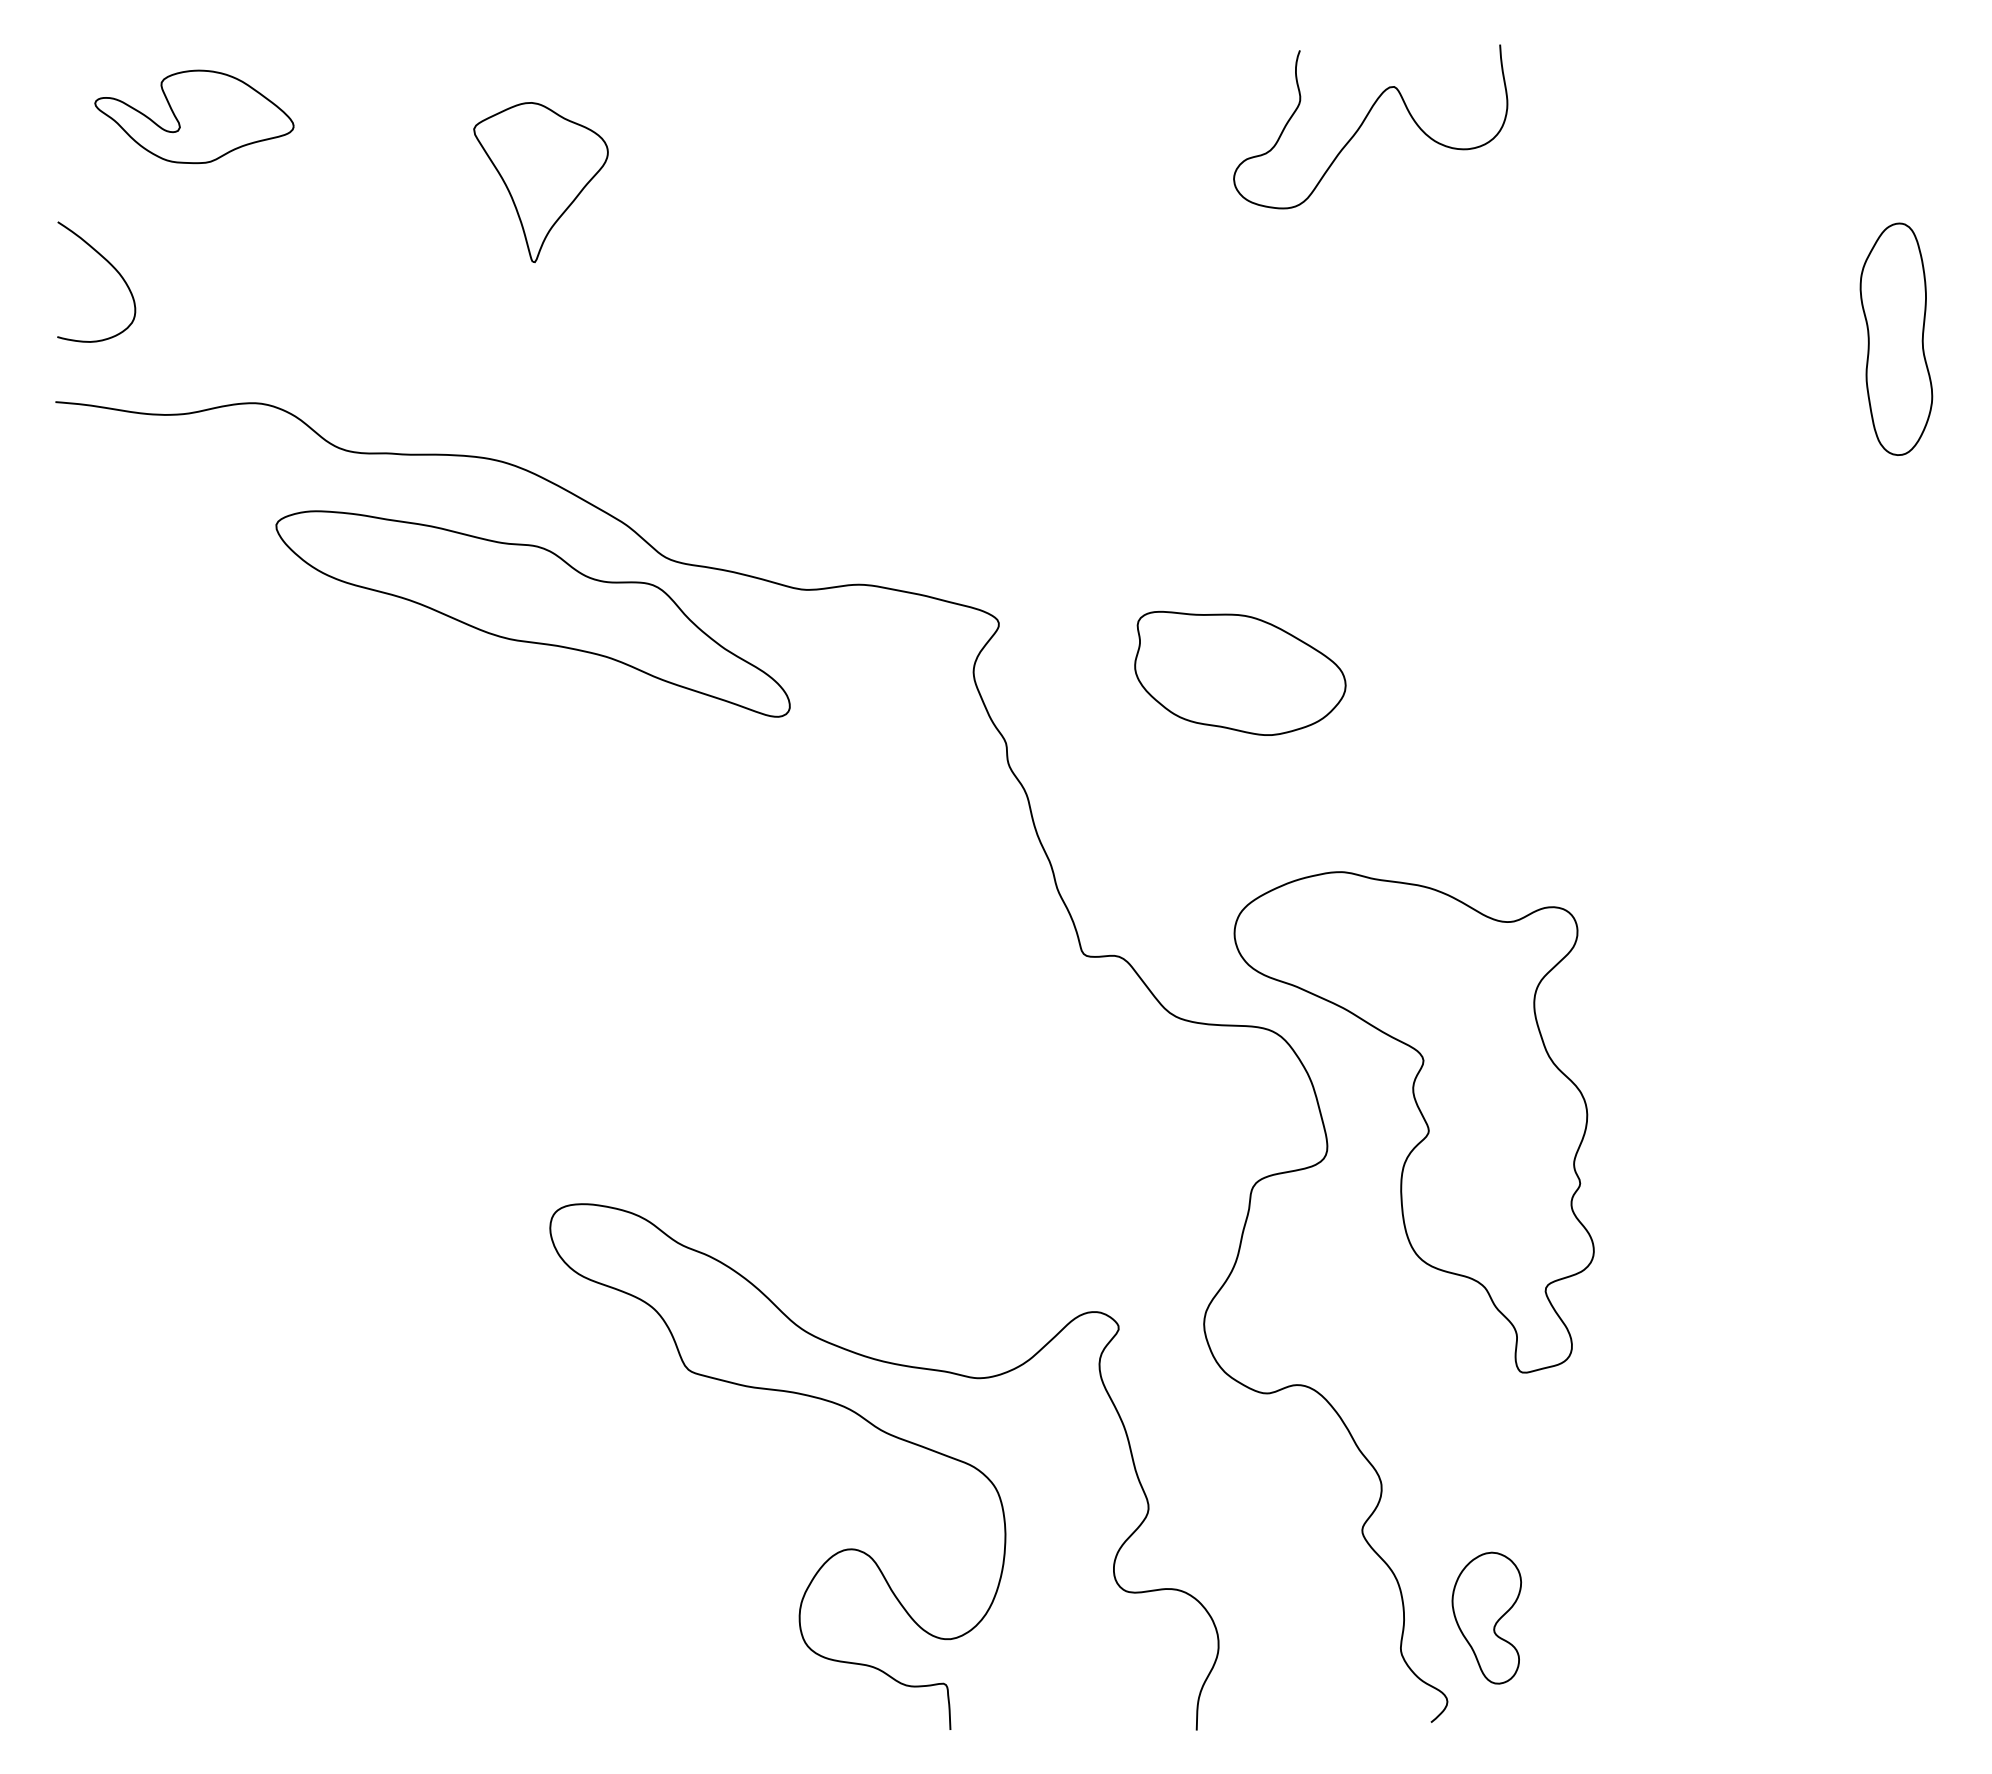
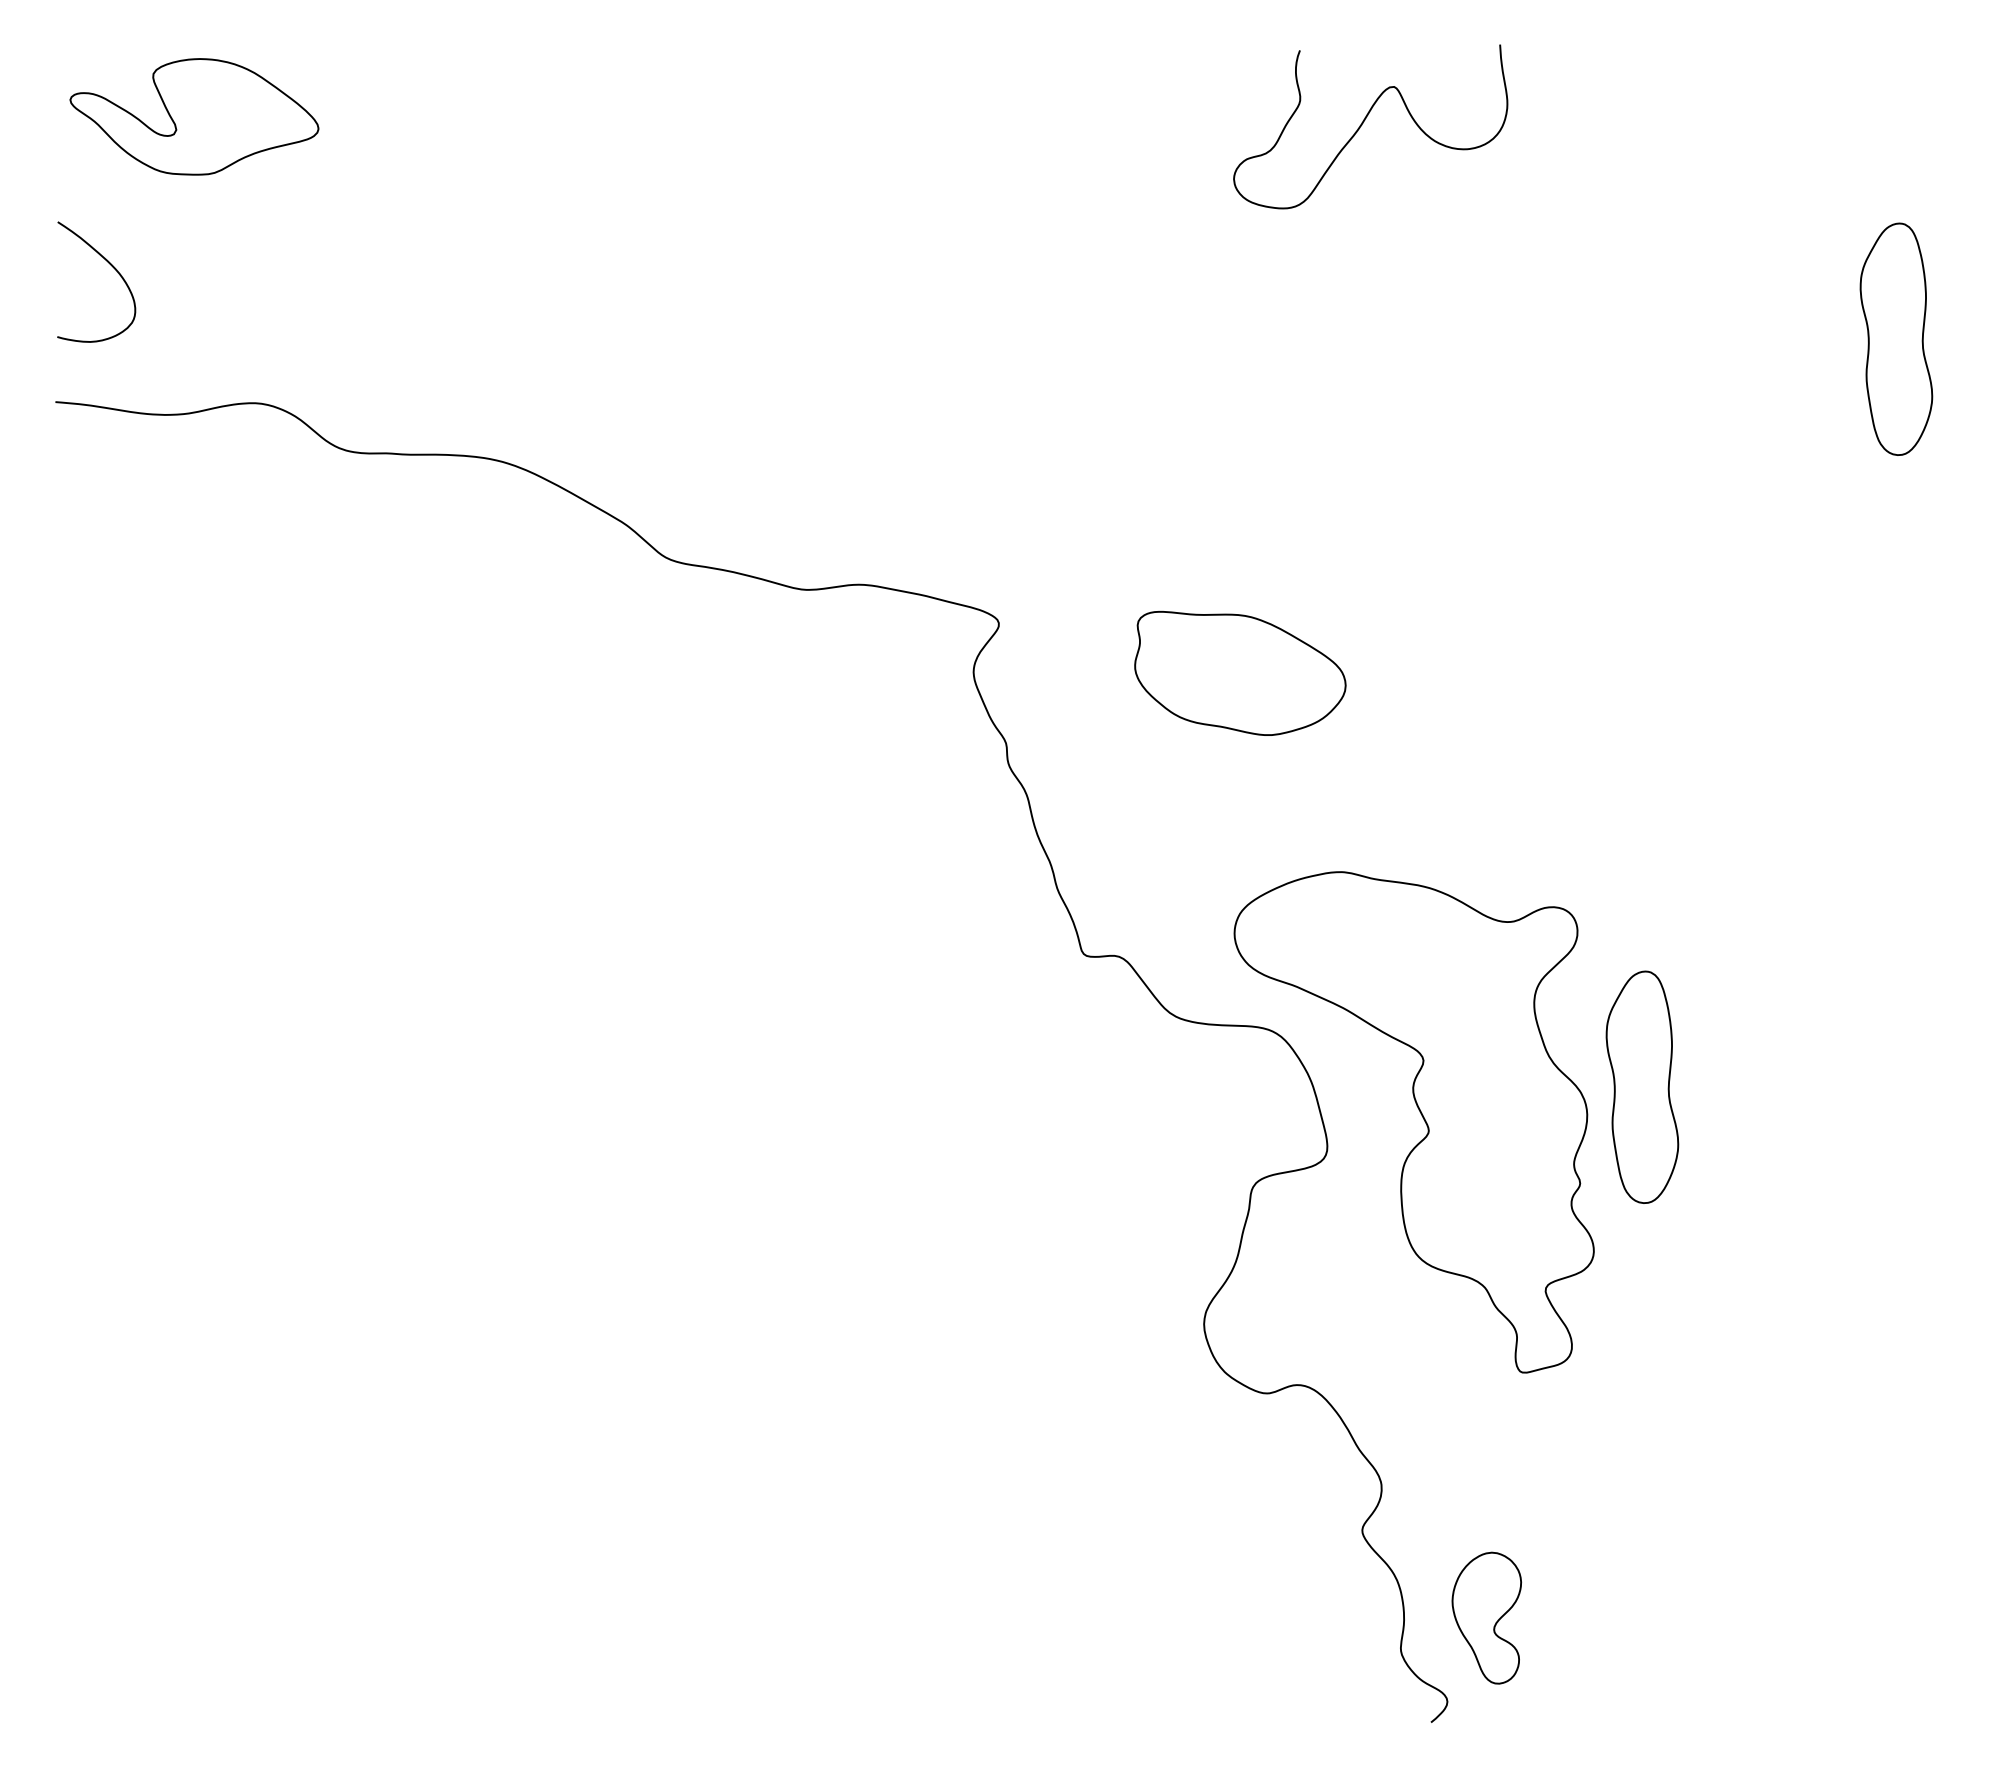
part at (194, 116) size: 201x96 px -> 251x118 px
part at (540, 182): present -> none
part at (532, 613): present -> none
part at (1642, 1086): none -> present
curve at (896, 1438): present -> none
